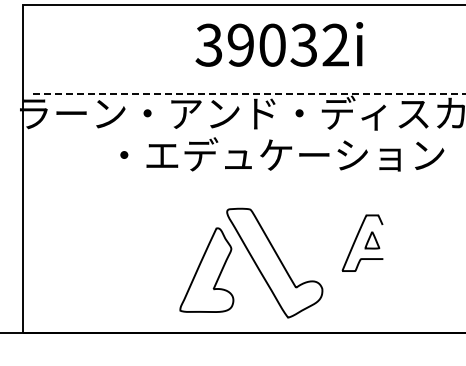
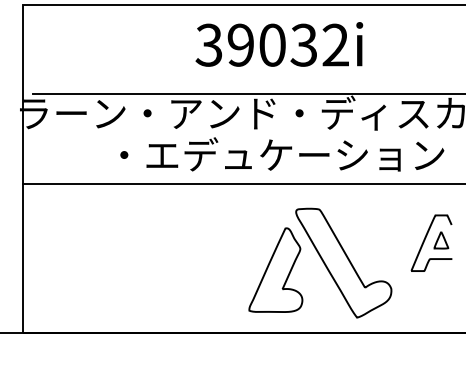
line at (250, 94): dashed -> solid
line at (242, 183): none -> present
part at (281, 262) position: (281, 262) -> (350, 262)
